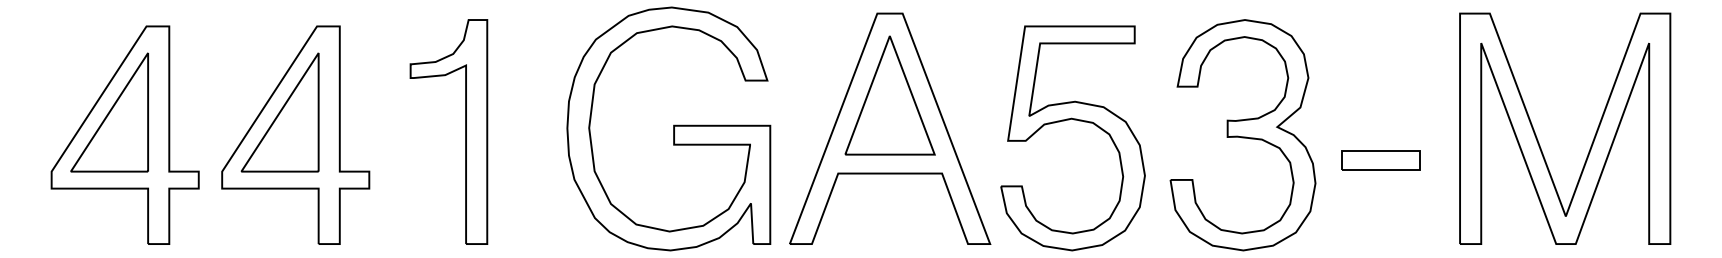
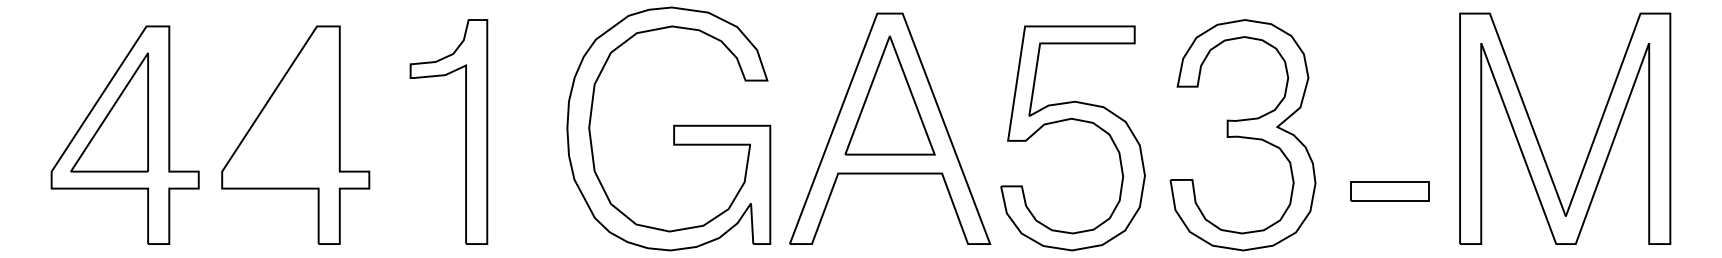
part at (279, 112): present -> none
part at (1380, 160) position: (1380, 160) -> (1389, 191)
